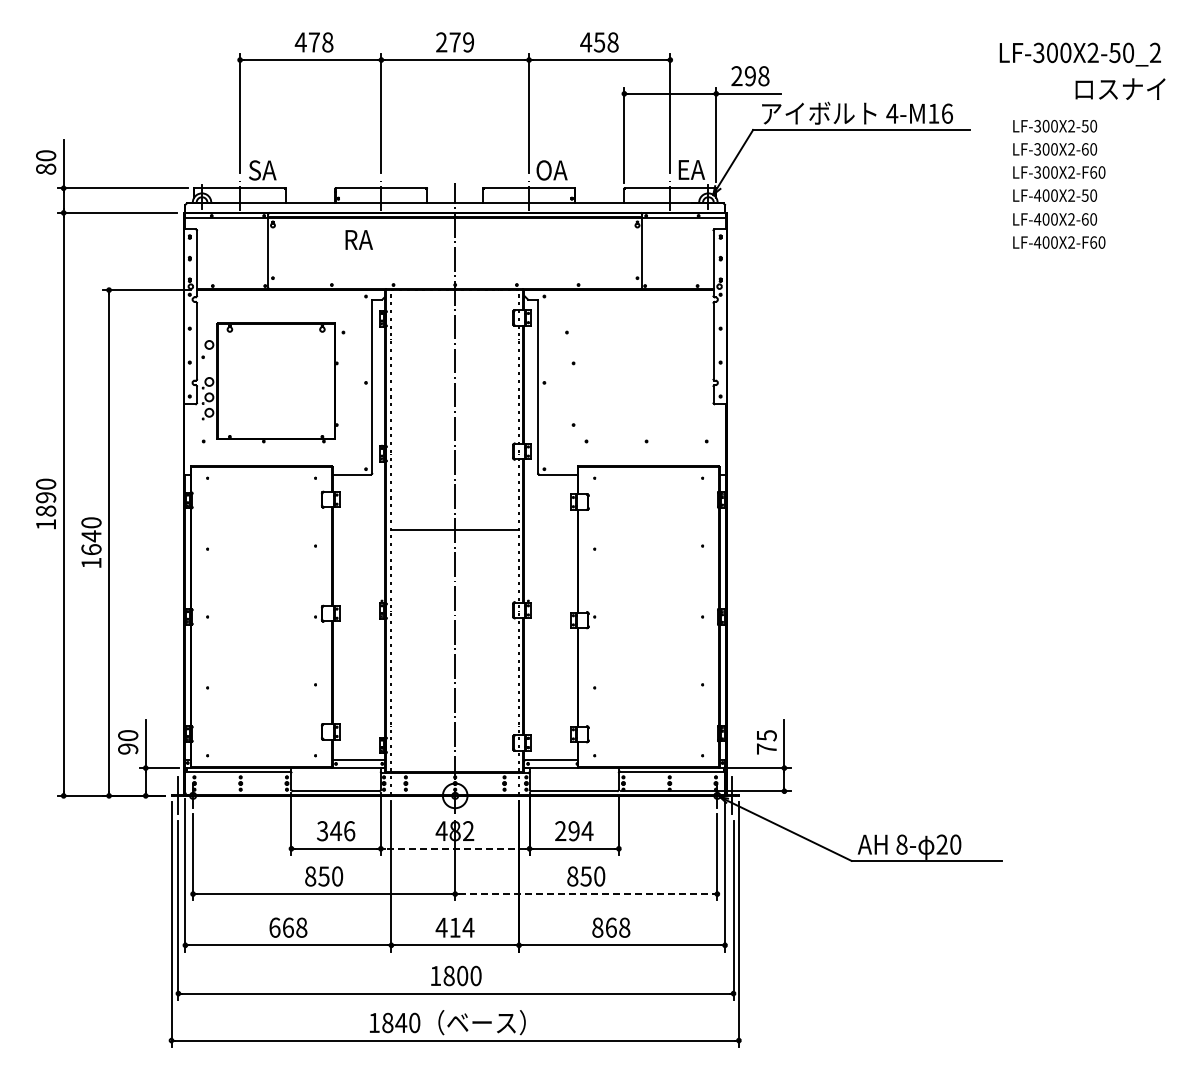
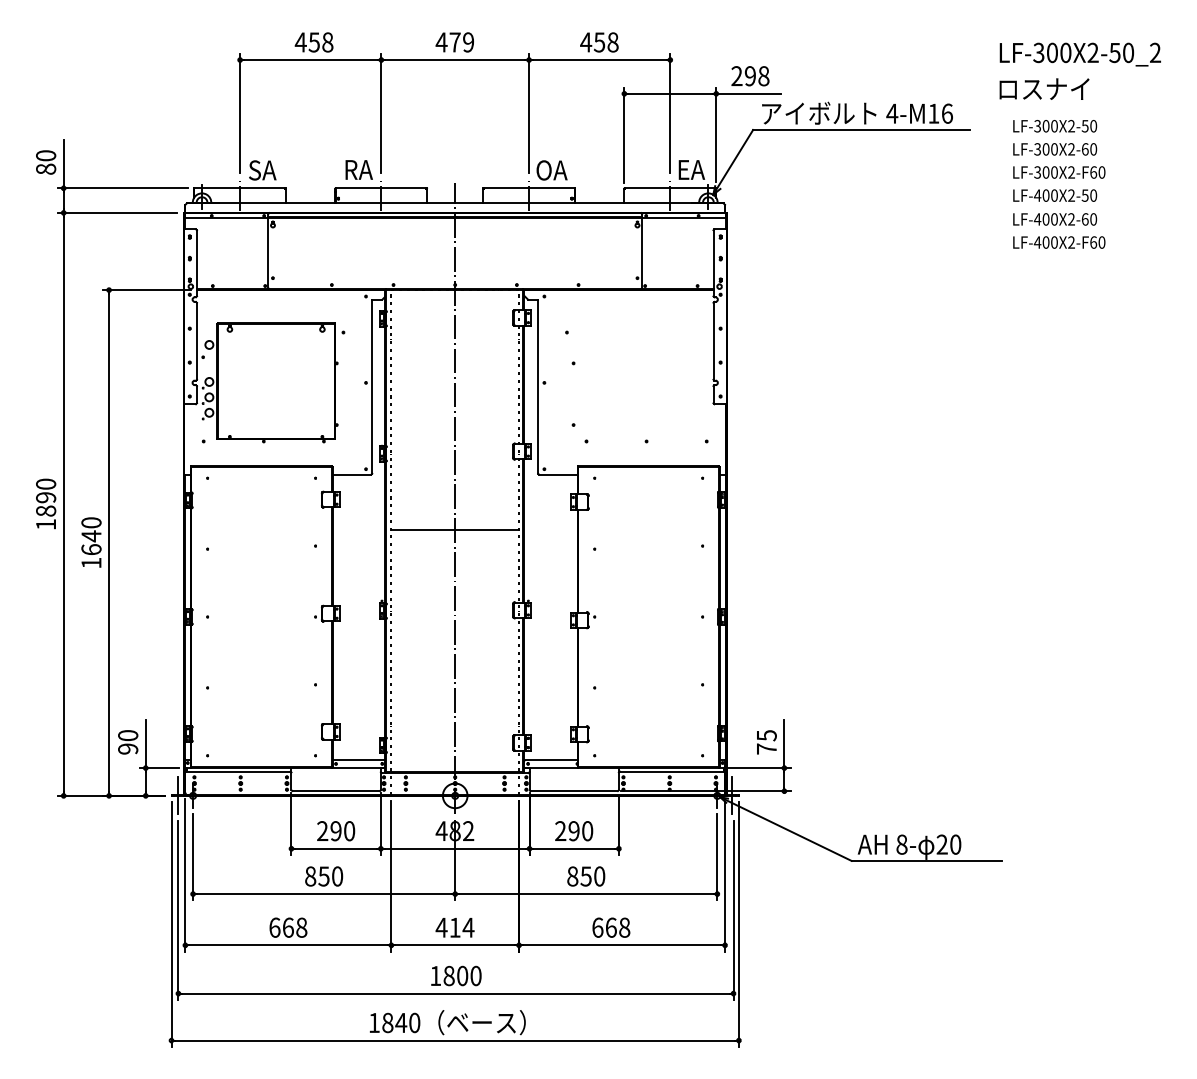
text at (313, 42): 478 -> 458
text at (441, 42): 279 -> 479
text at (1120, 88) position: (1120, 88) -> (1044, 88)
text at (358, 239) position: (358, 239) -> (358, 169)
text at (336, 831): 346 -> 290
text at (587, 831): 294 -> 290
line at (455, 848): dashed -> solid
line at (586, 894): dashed -> solid
text at (597, 927): 868 -> 668
